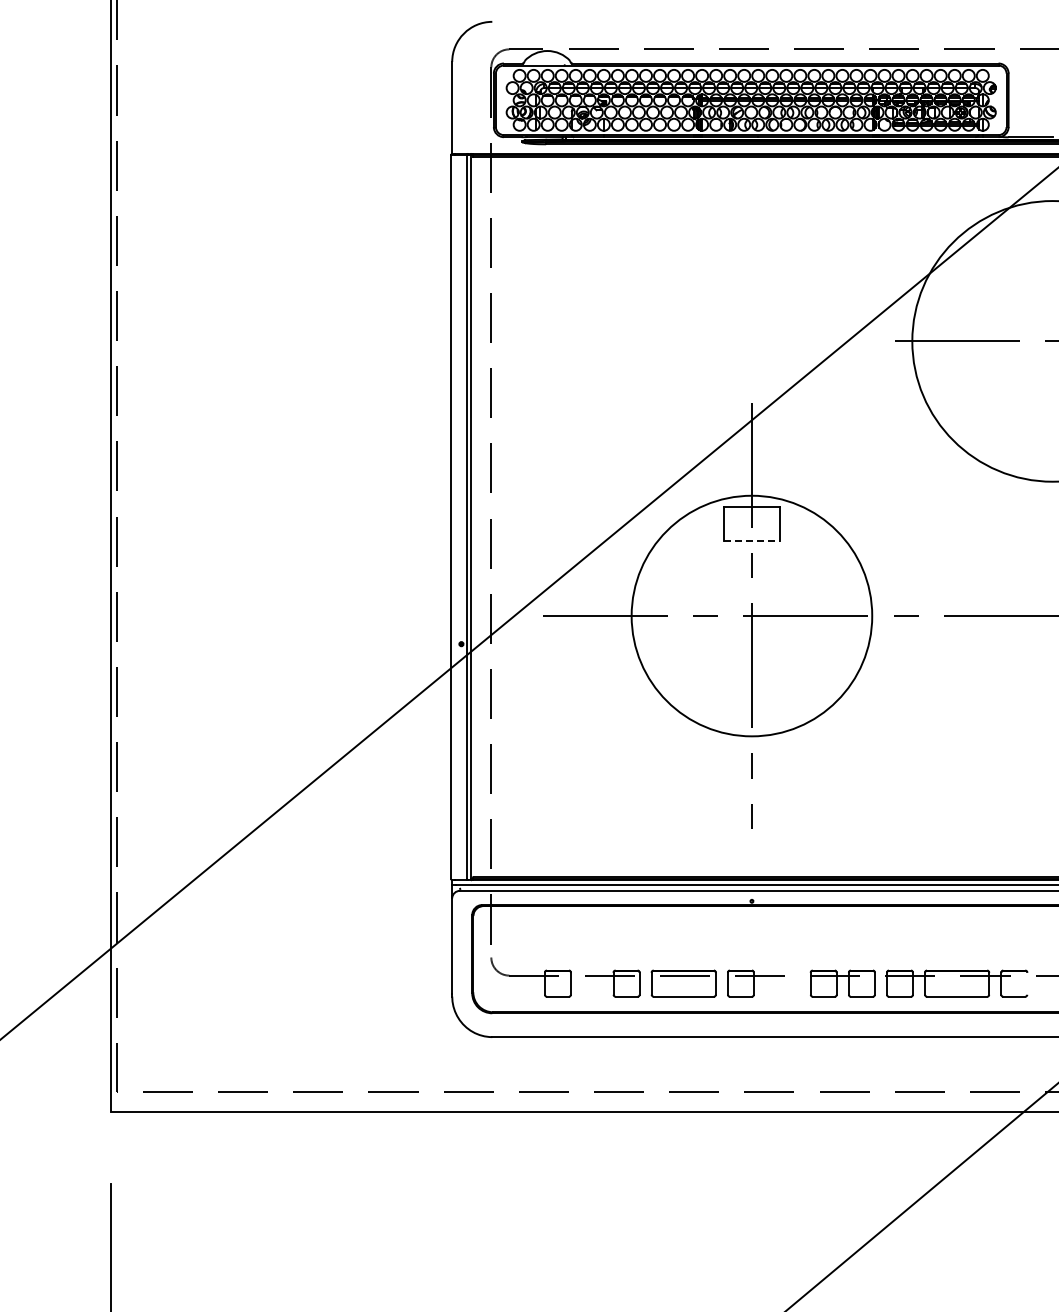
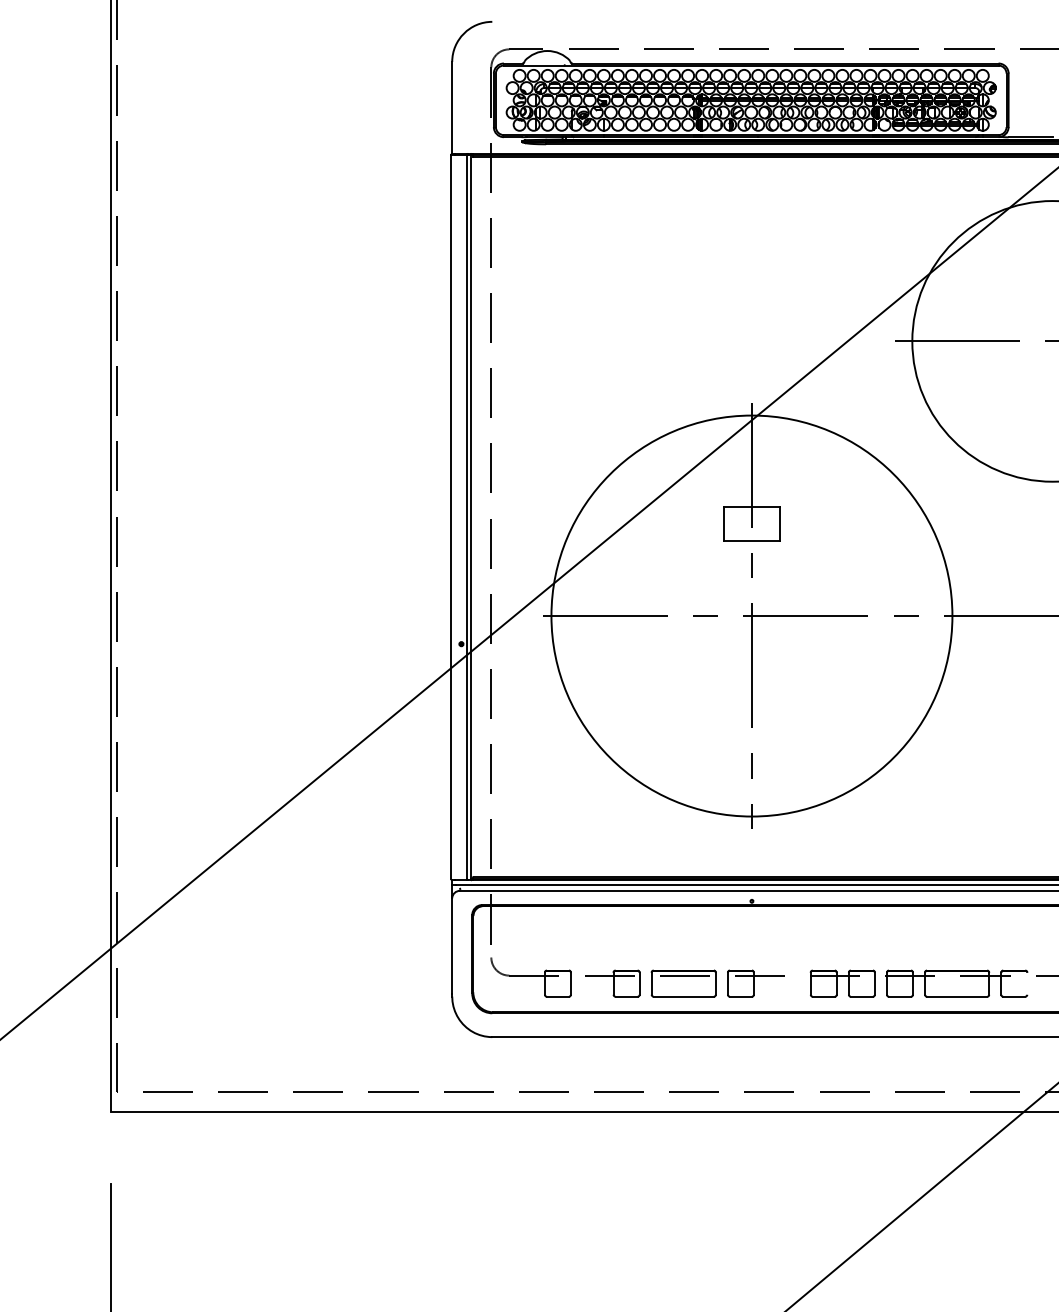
line at (752, 540): dashed -> solid
circle at (751, 615) diameter: 241 px -> 401 px
